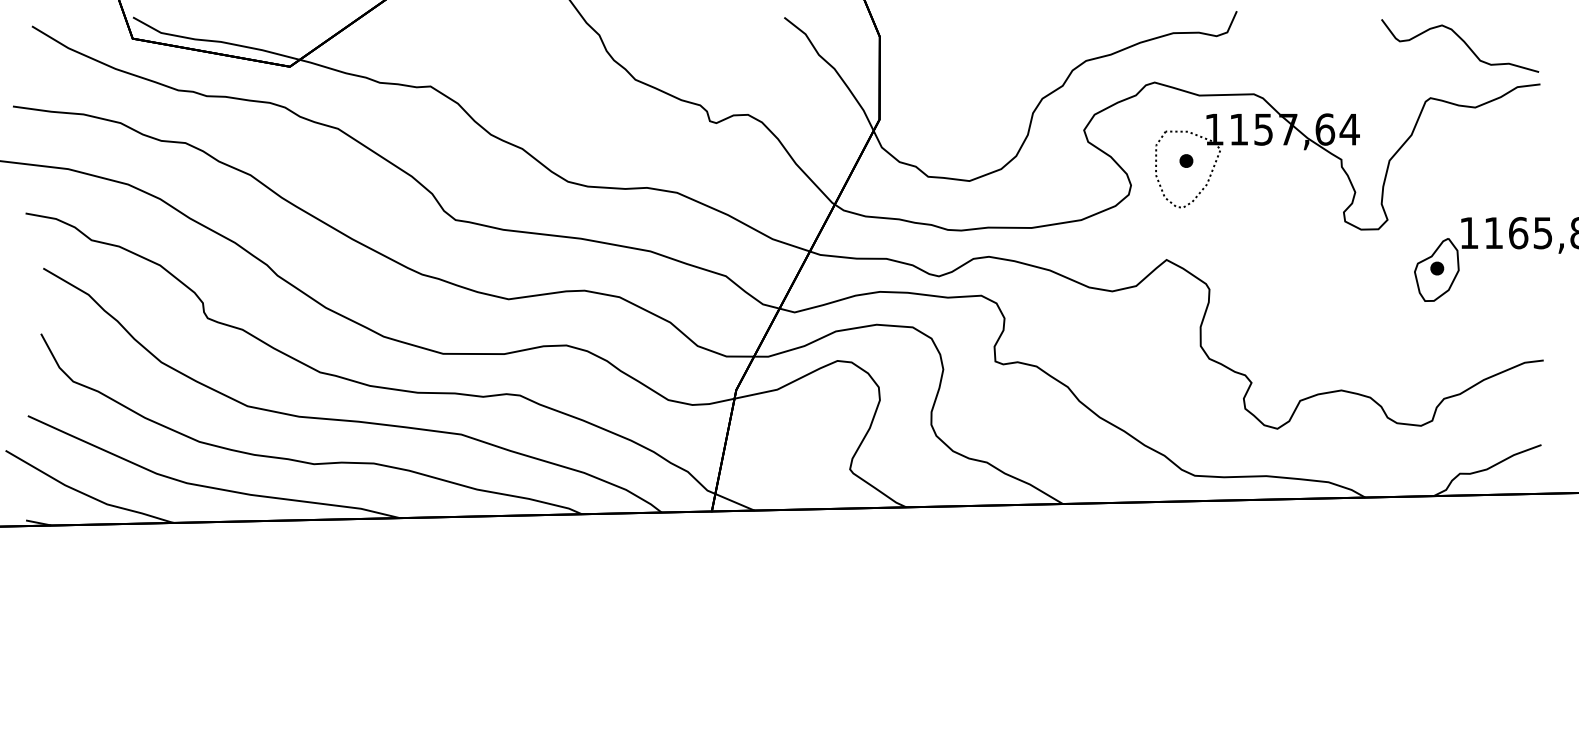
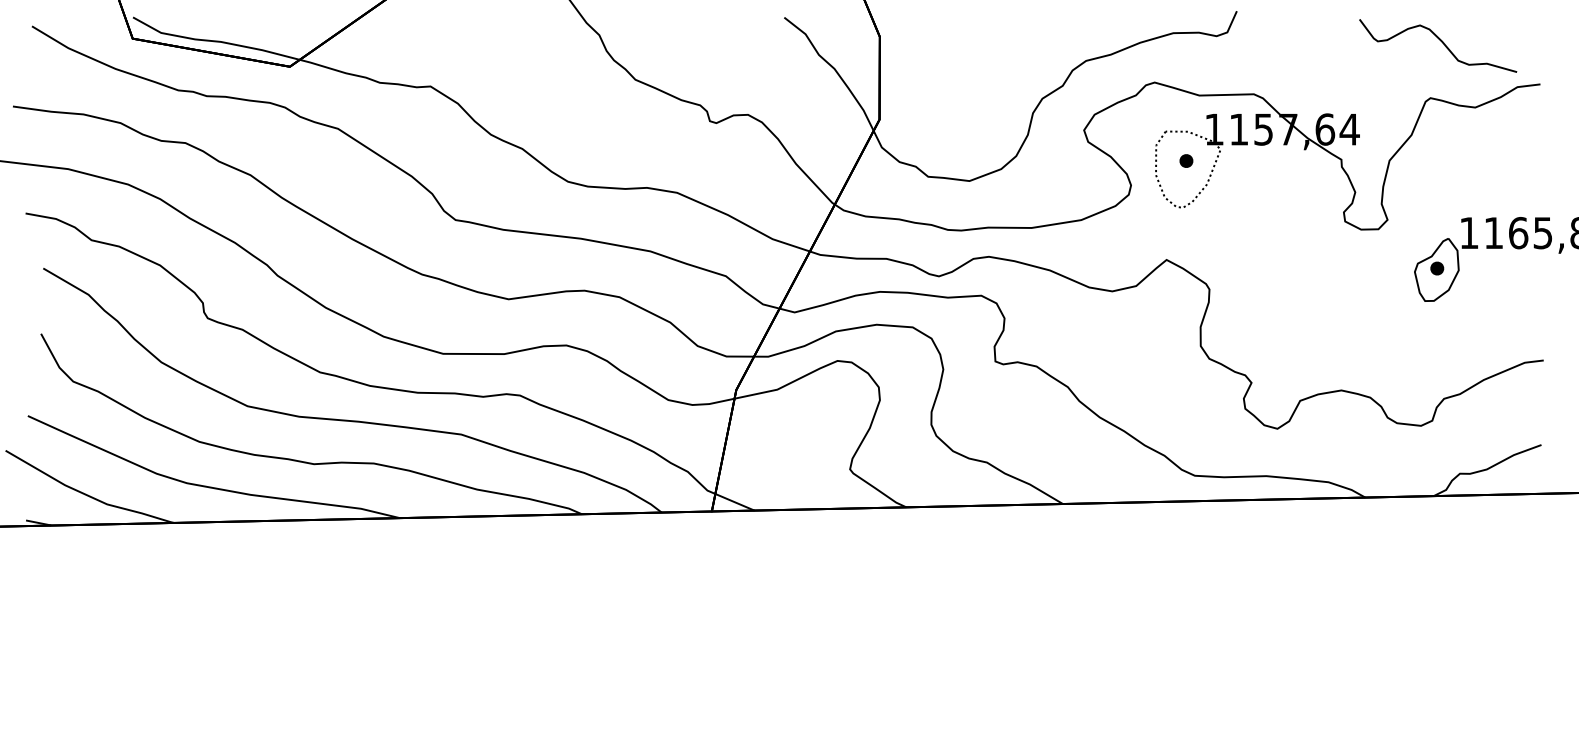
curve at (1463, 42) position: (1463, 42) -> (1441, 42)
